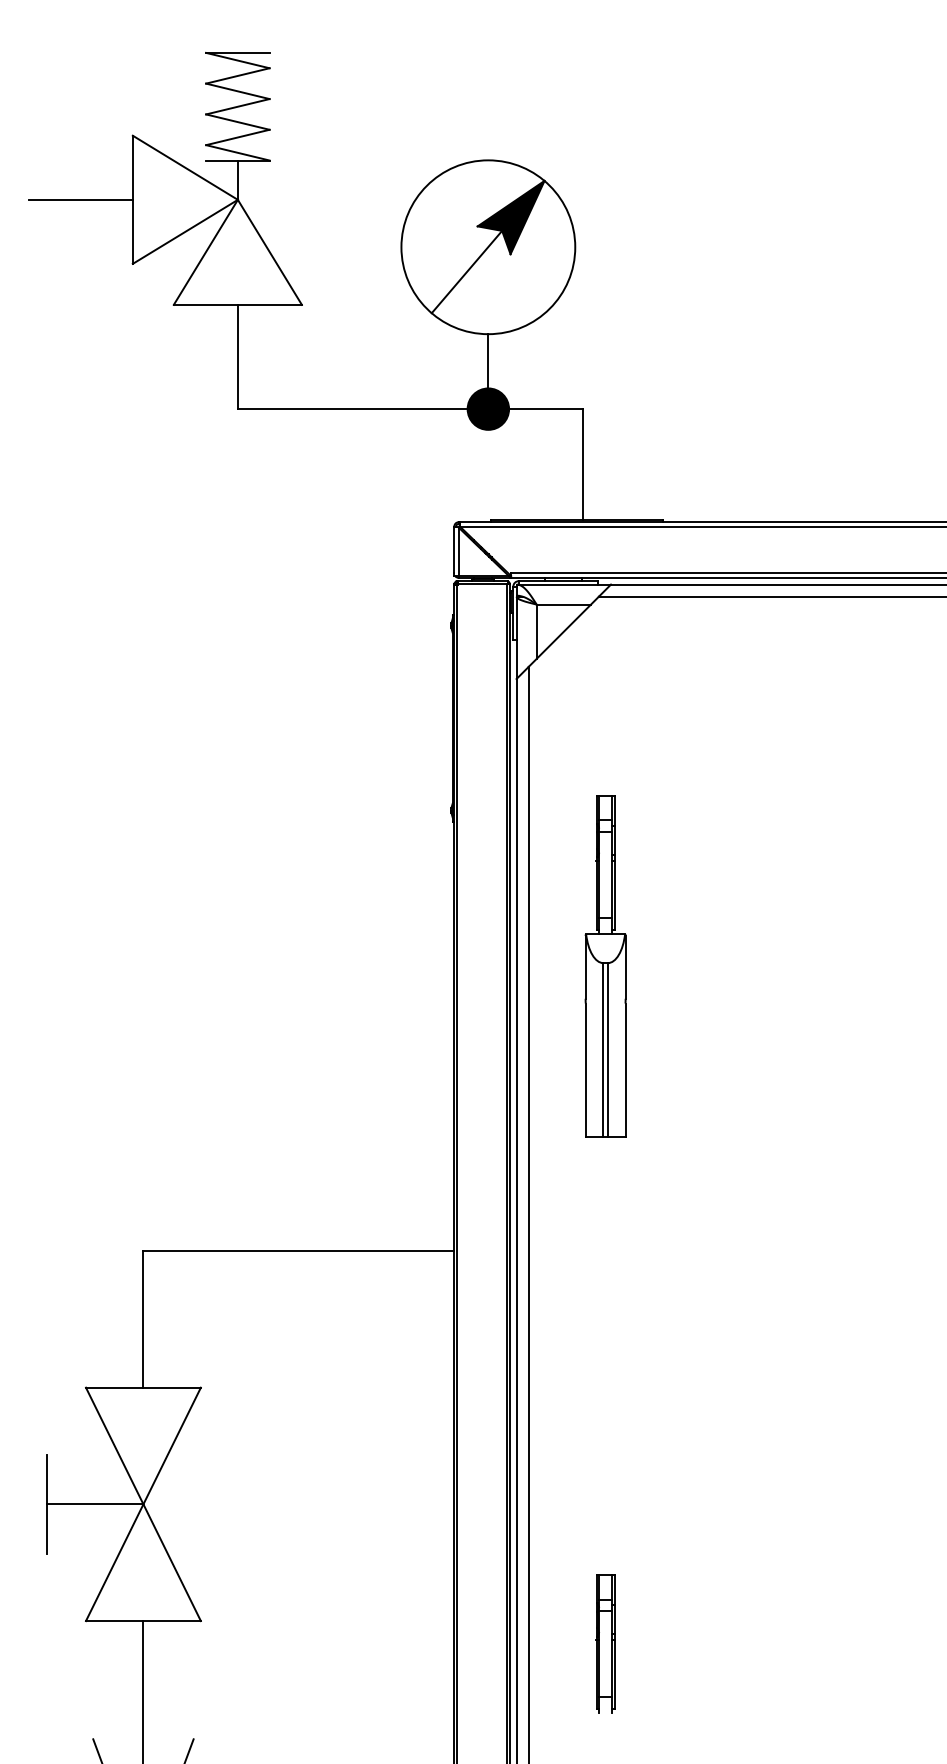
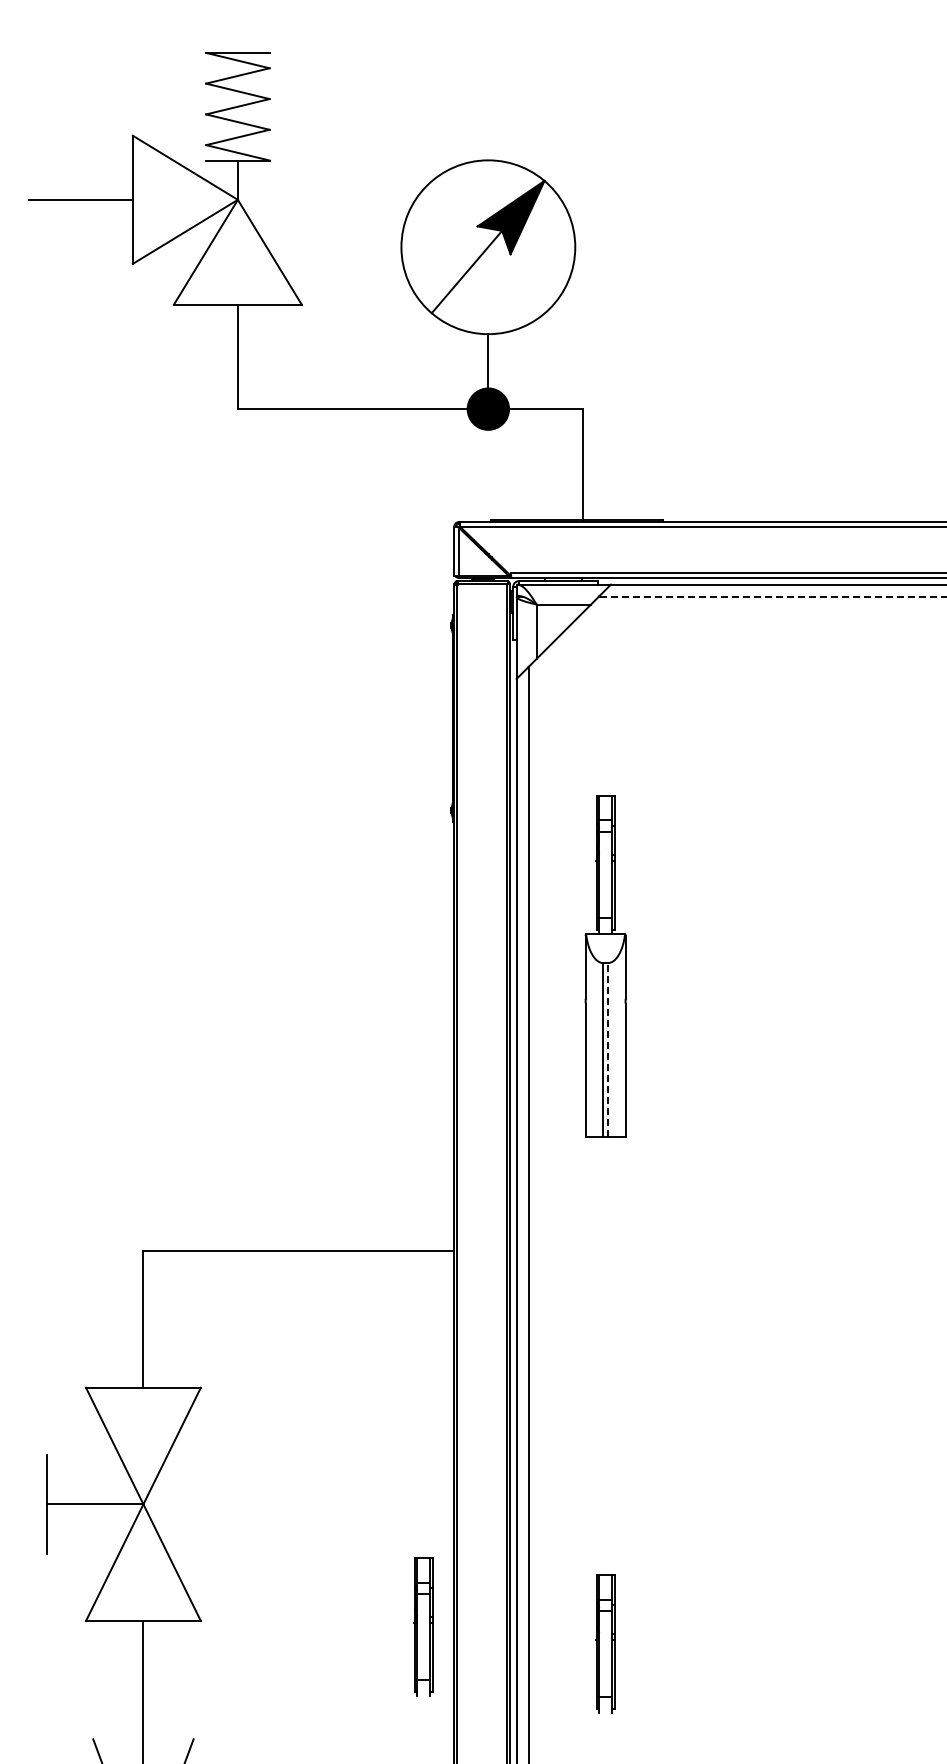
line at (772, 596): solid -> dashed
line at (607, 1050): solid -> dashed
part at (423, 1626): none -> present
